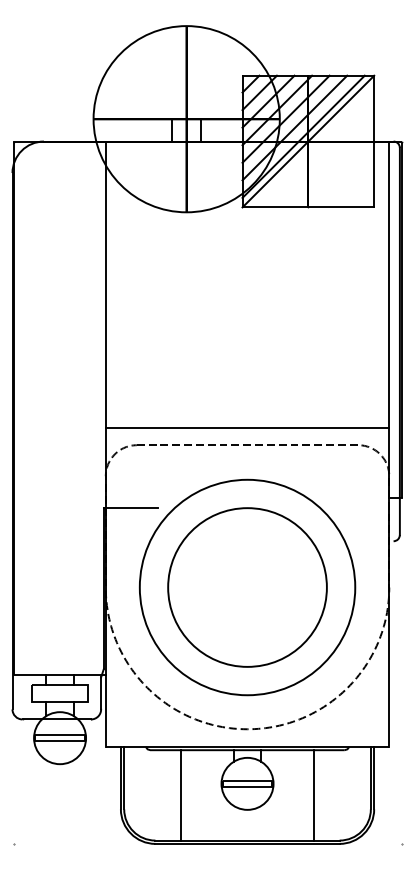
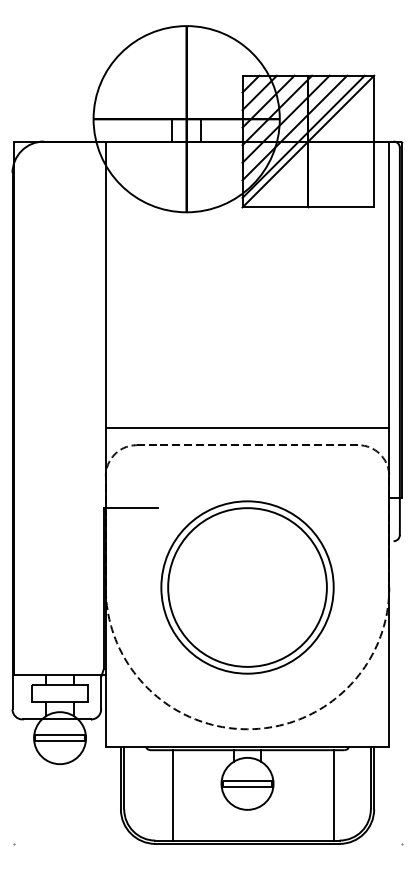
circle at (247, 587) diameter: 215 px -> 172 px
line at (181, 795) position: (181, 795) -> (173, 795)
line at (313, 795) position: (313, 795) -> (333, 795)
